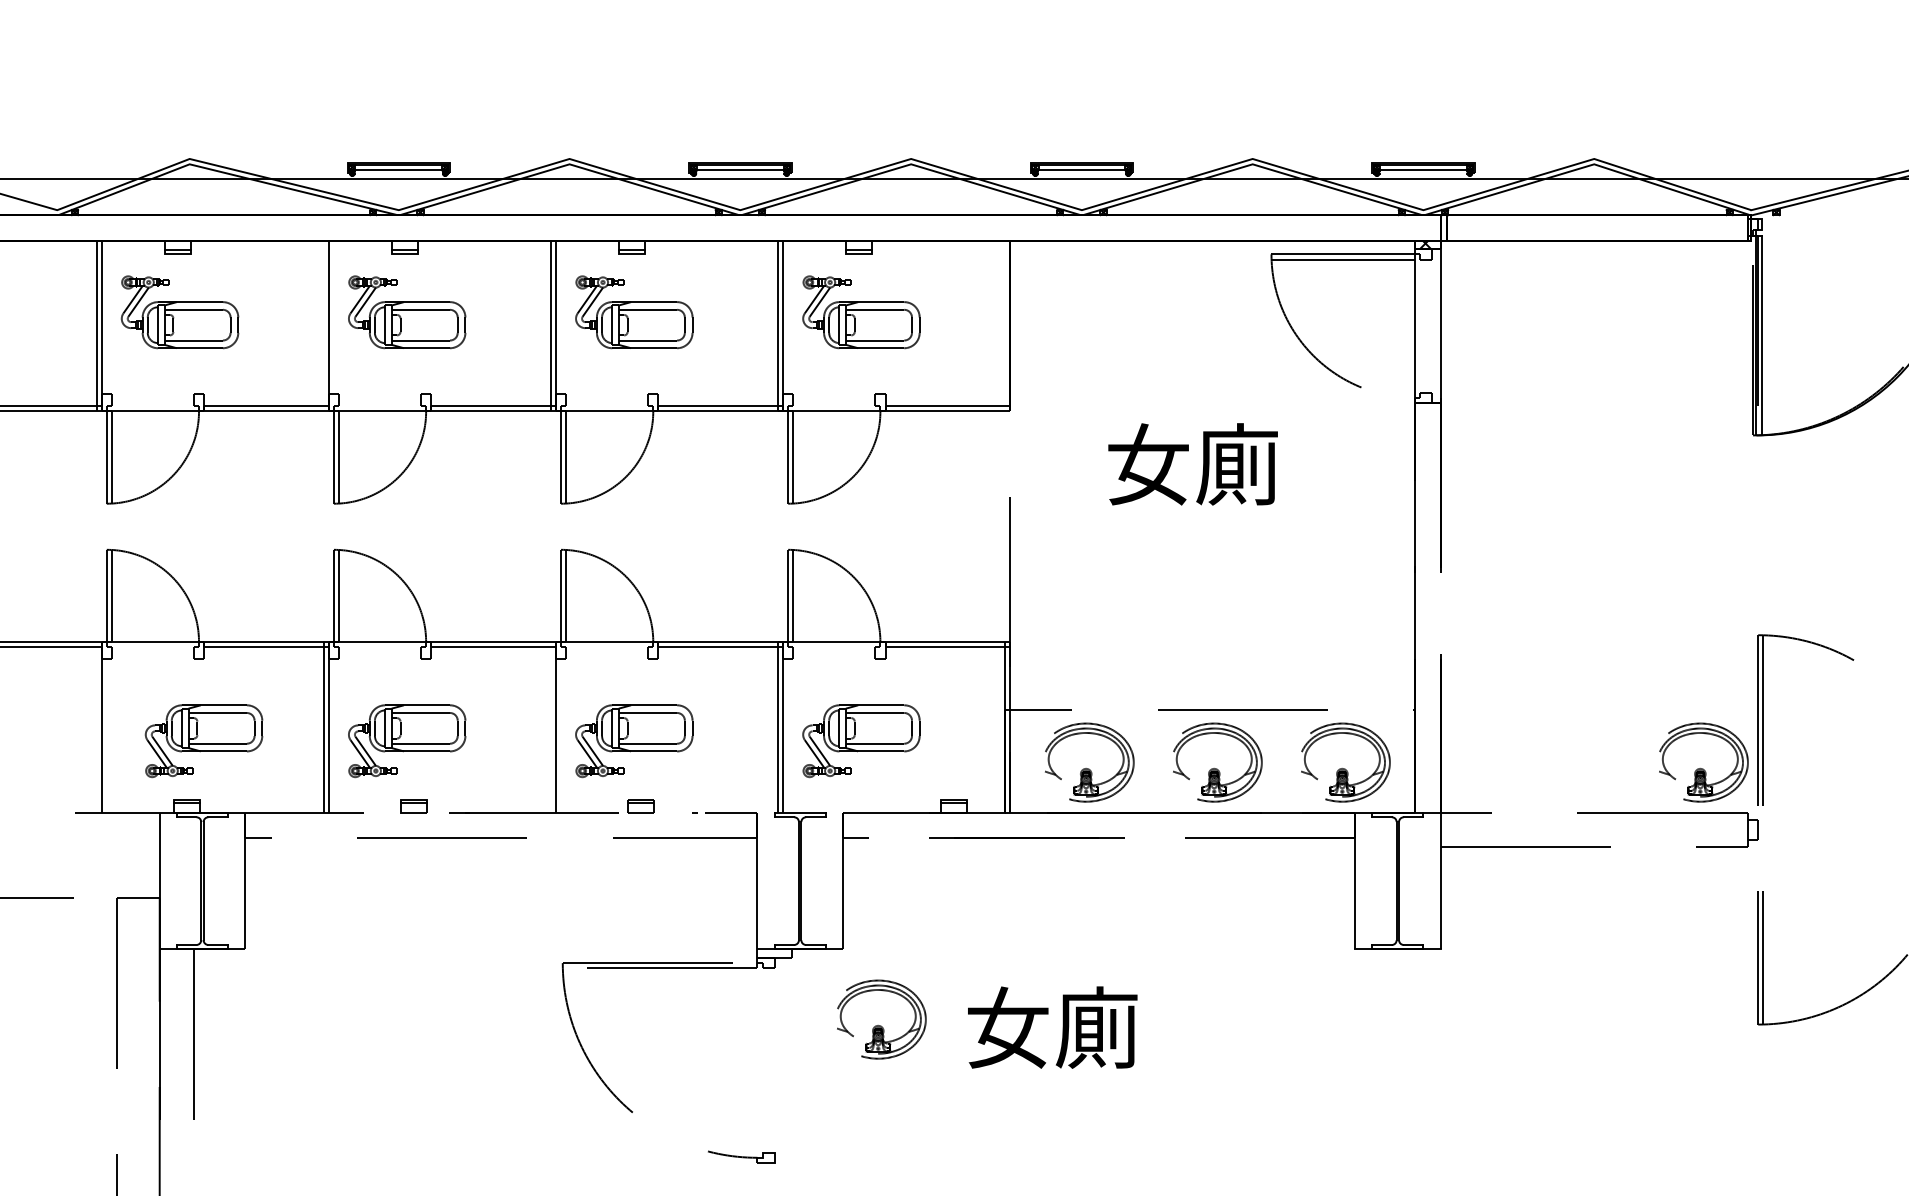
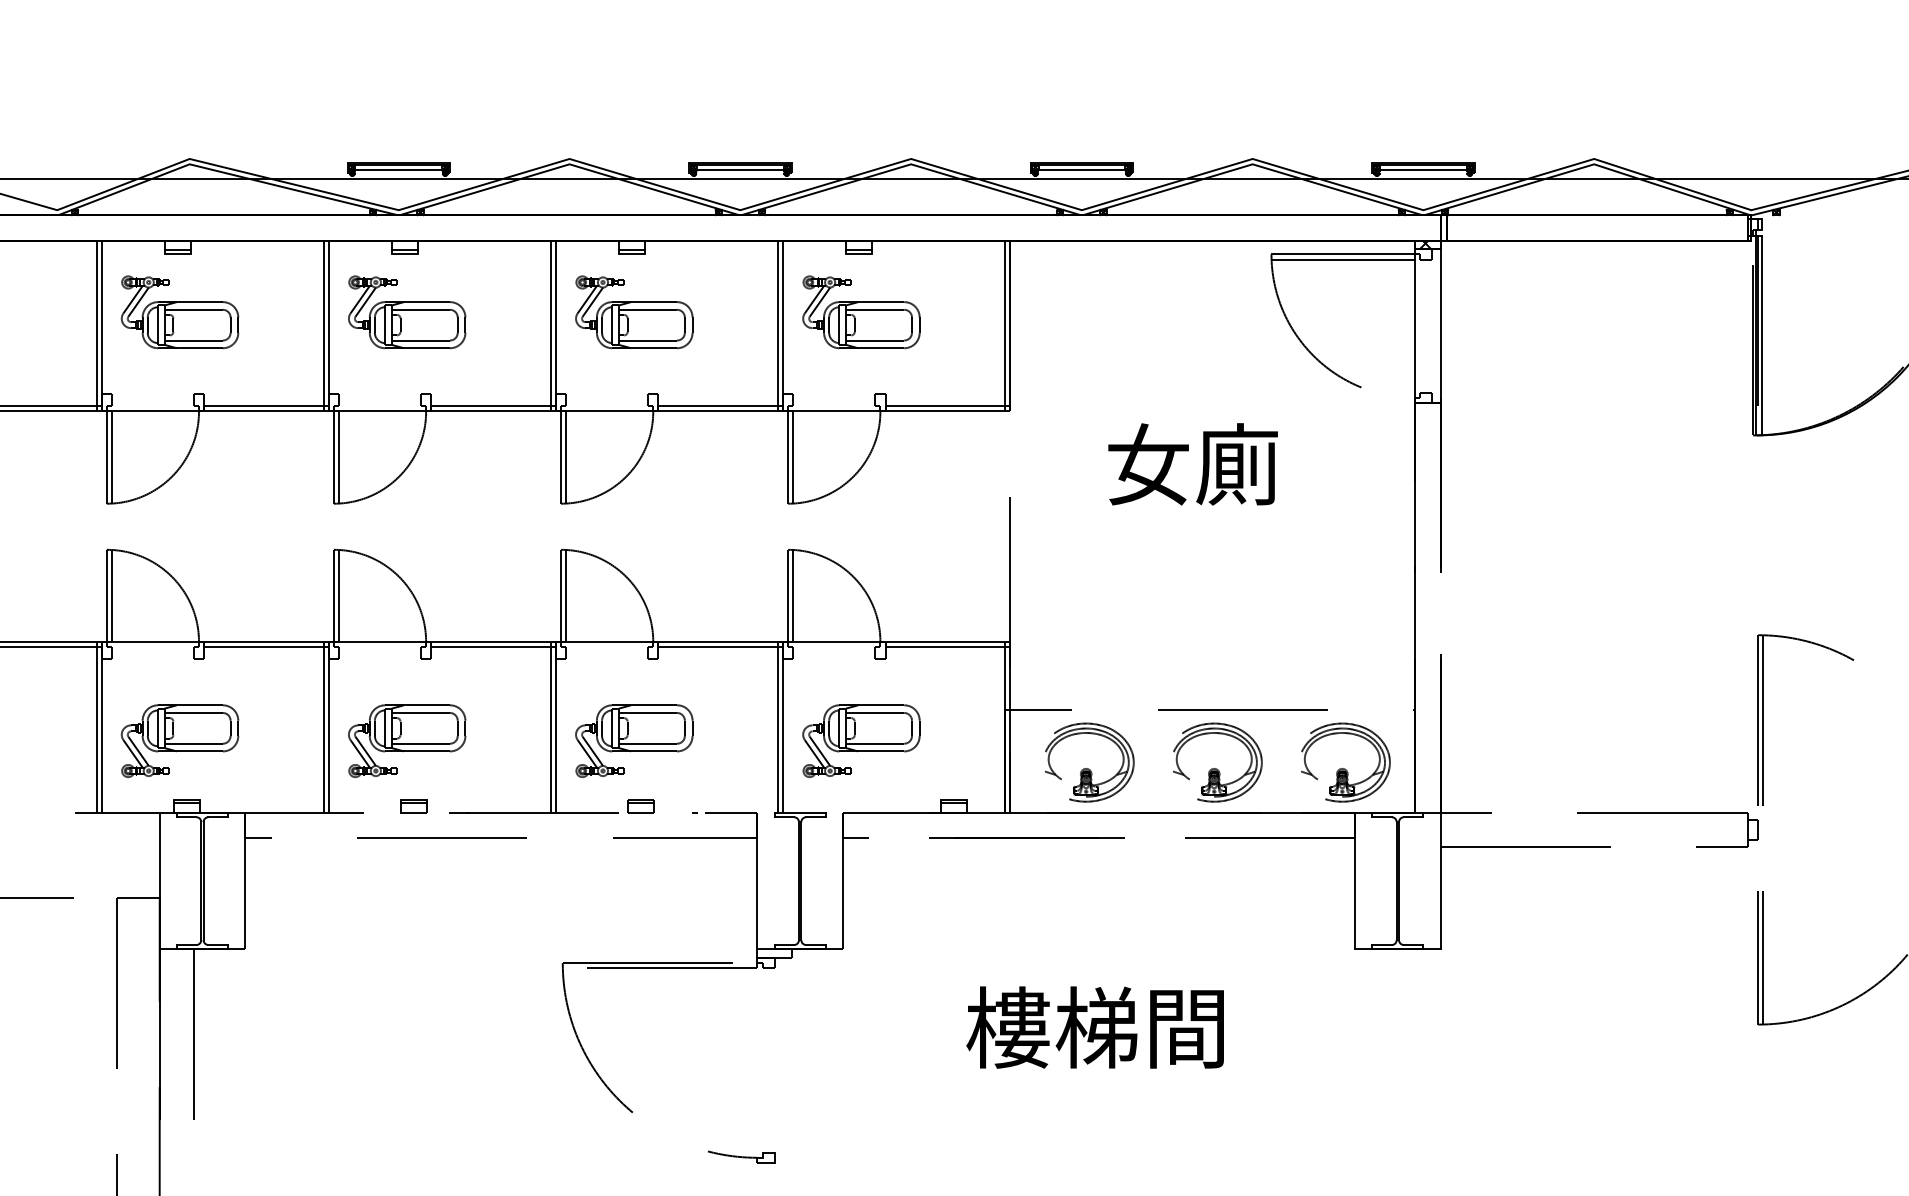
line at (323, 325): none -> present
line at (1005, 325): none -> present
line at (96, 727): none -> present
line at (550, 727): none -> present
part at (203, 741) position: (203, 741) -> (179, 741)
part at (1703, 762): present -> none
part at (881, 1019): present -> none
text at (1094, 1027): 女廁 -> 樓梯間
